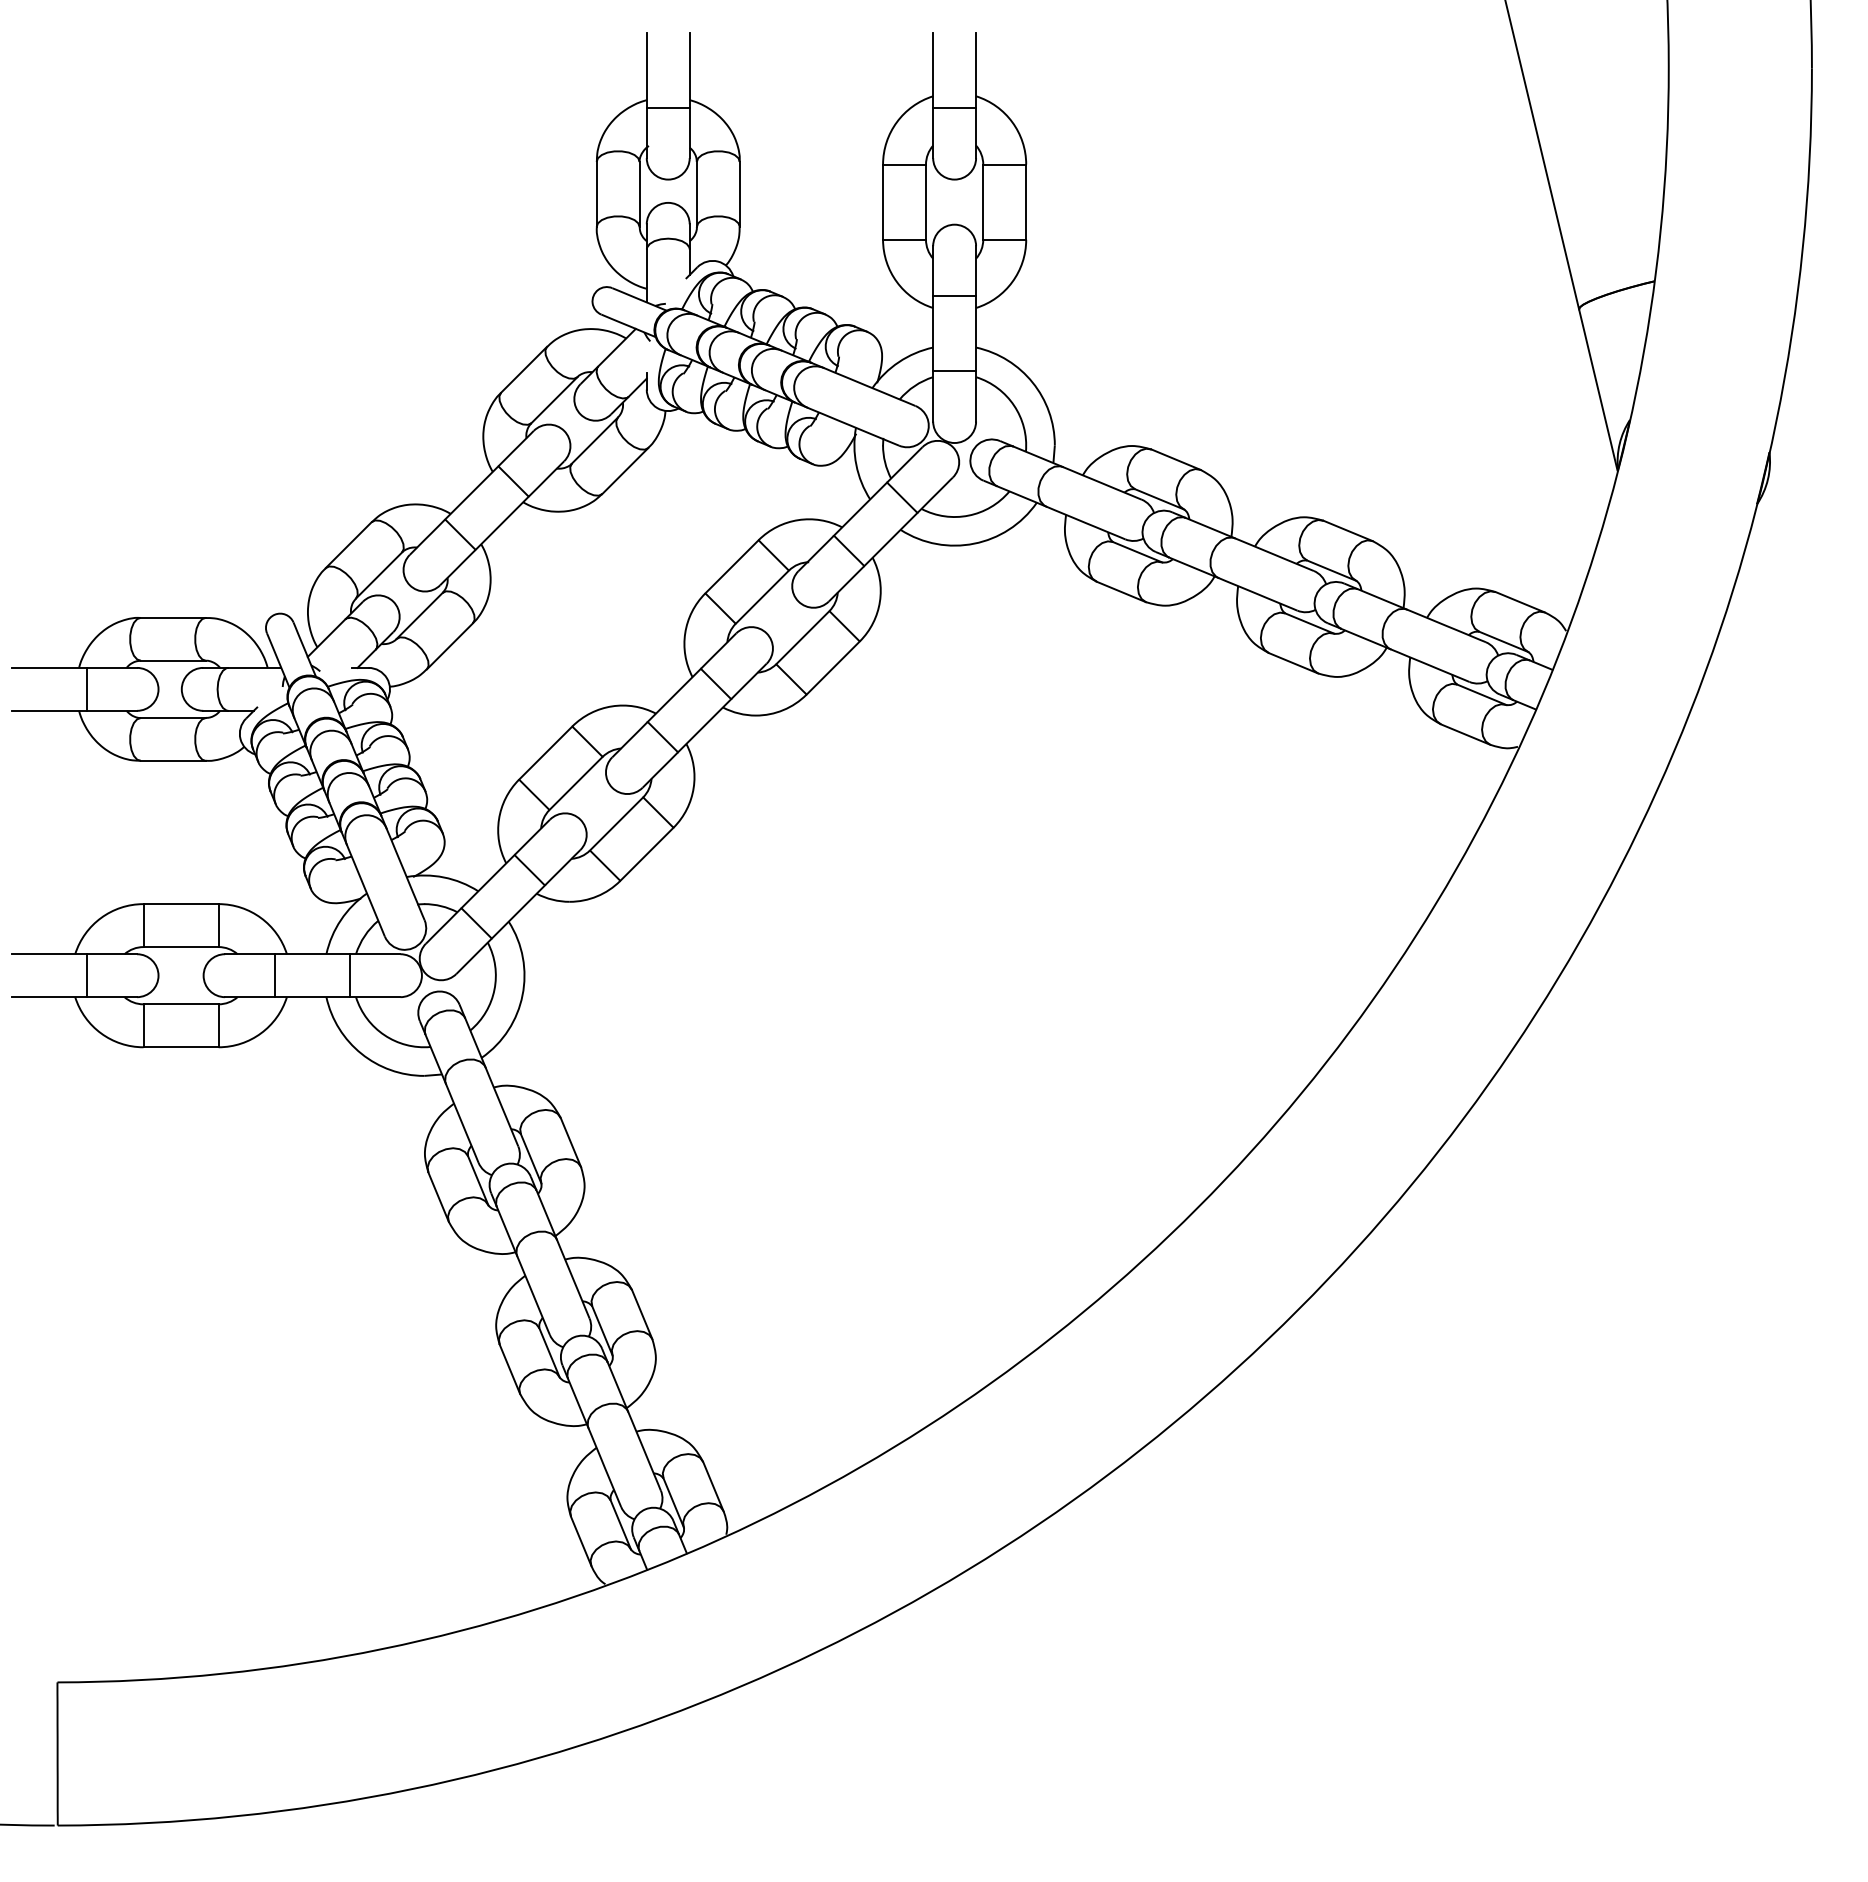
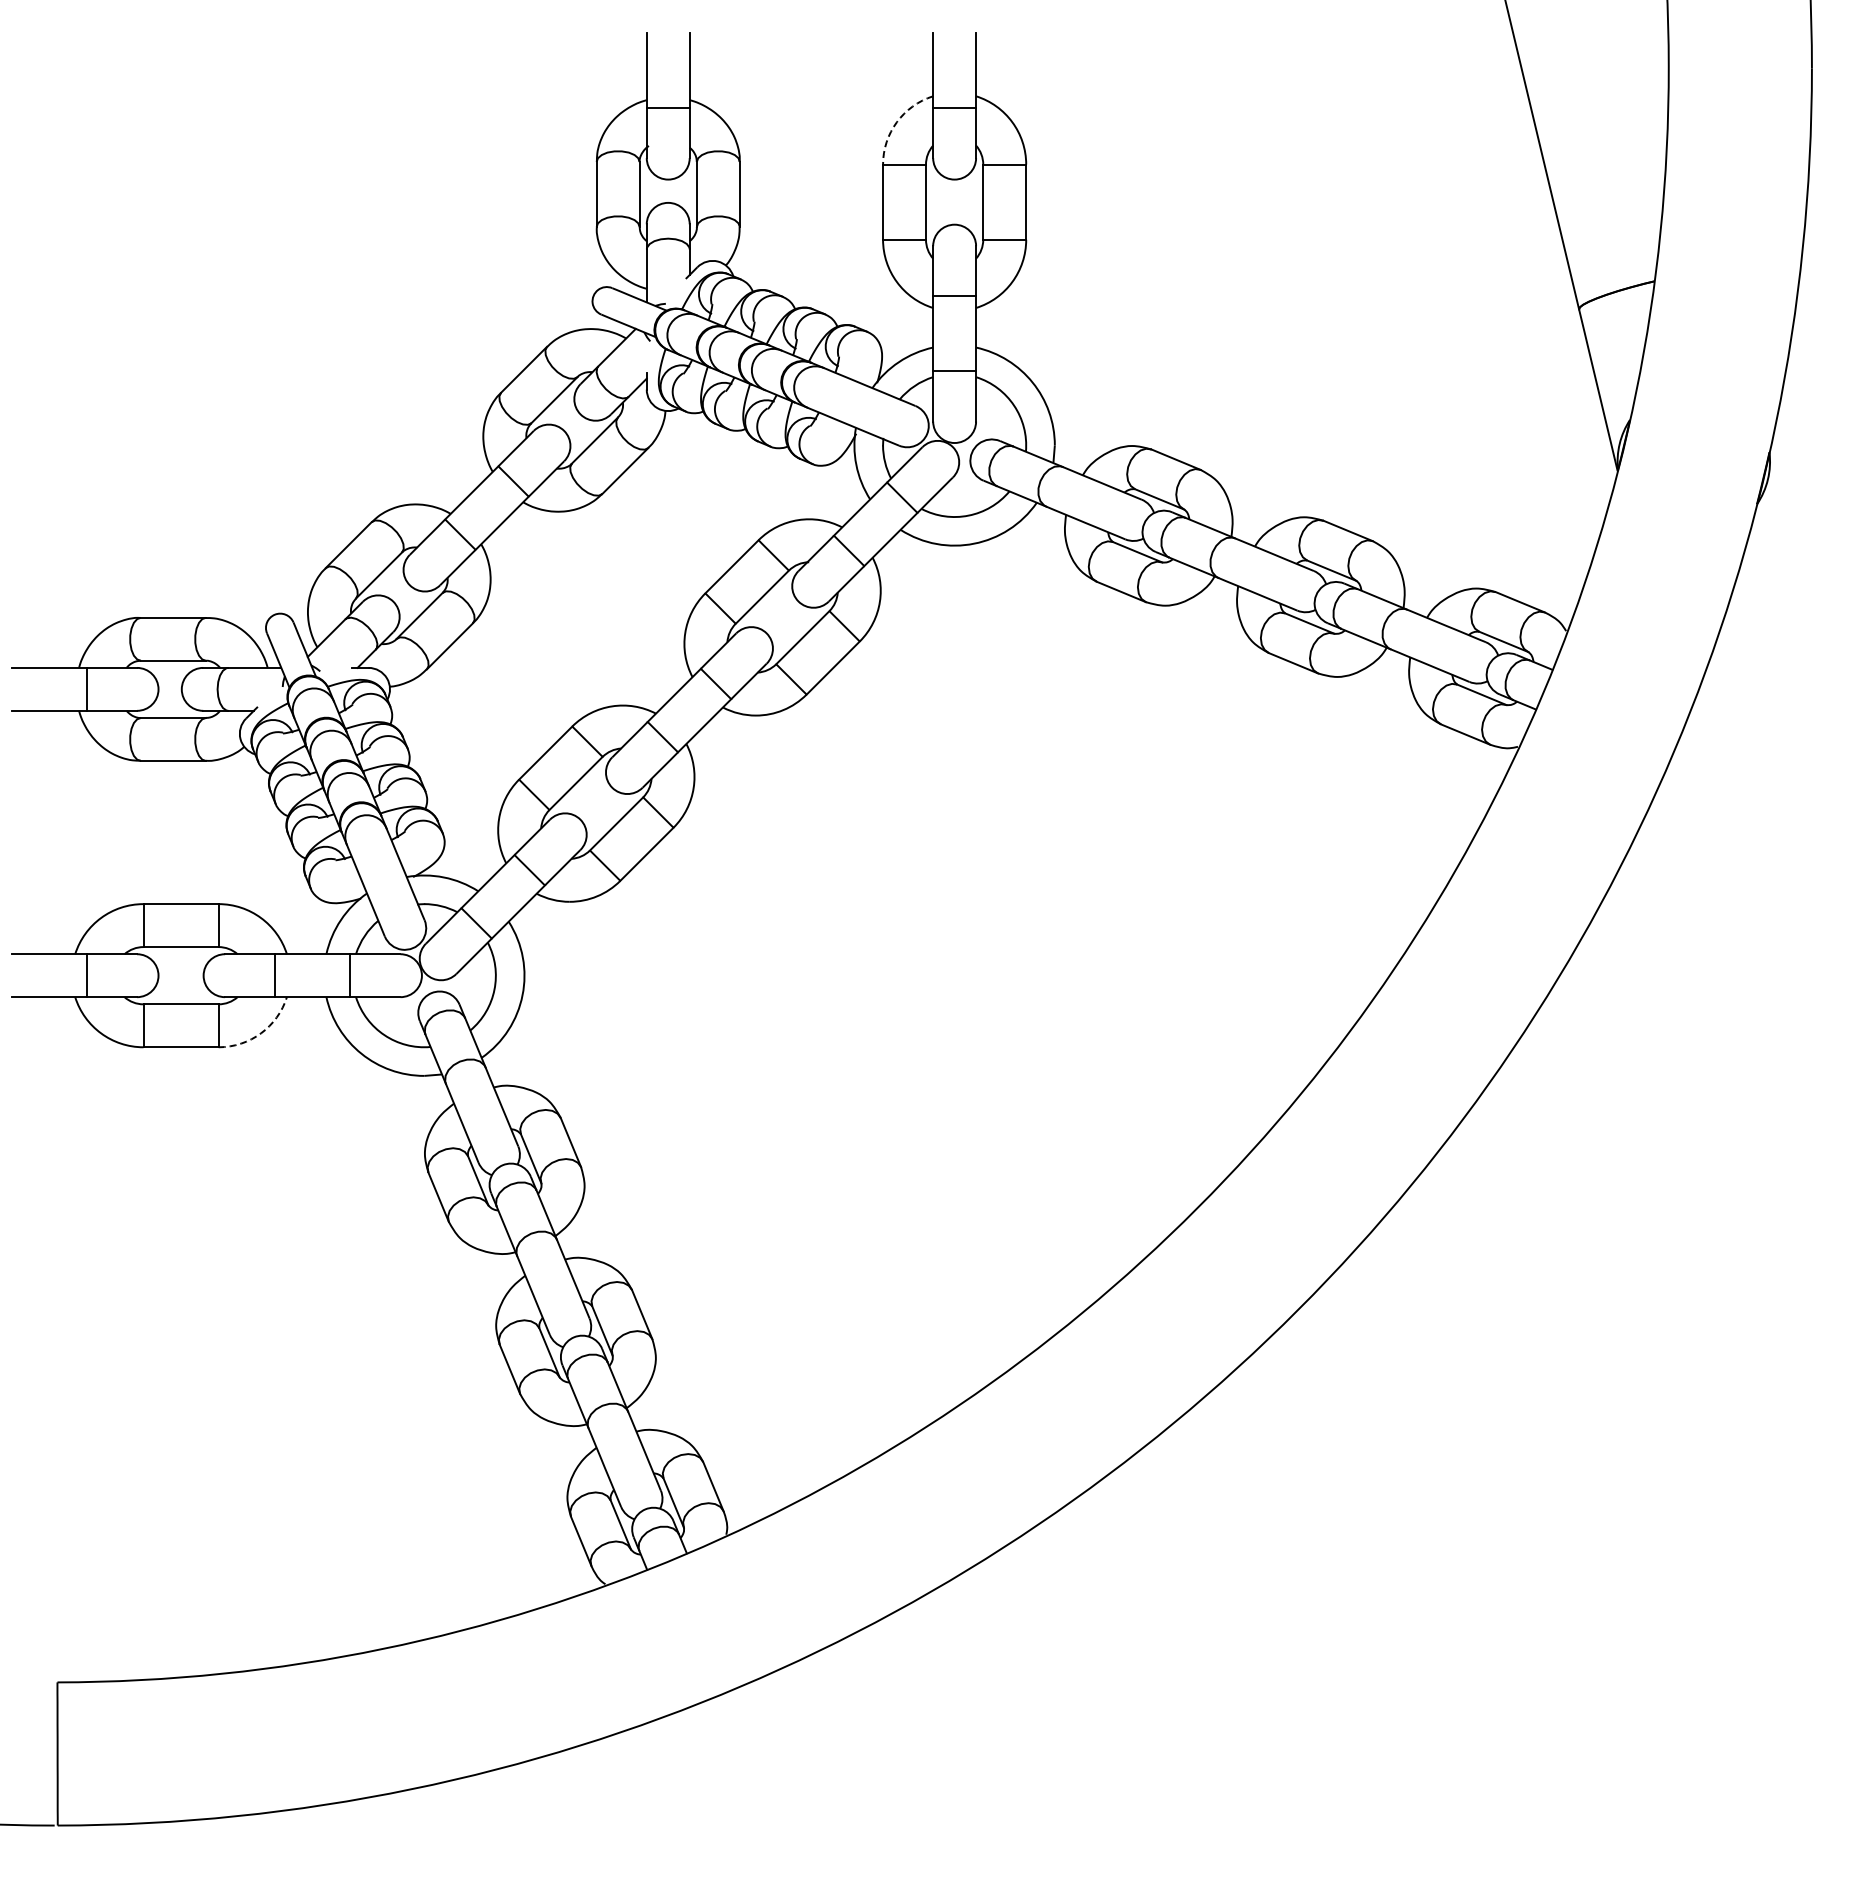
arc at (896, 122): solid -> dashed
arc at (261, 1033): solid -> dashed
